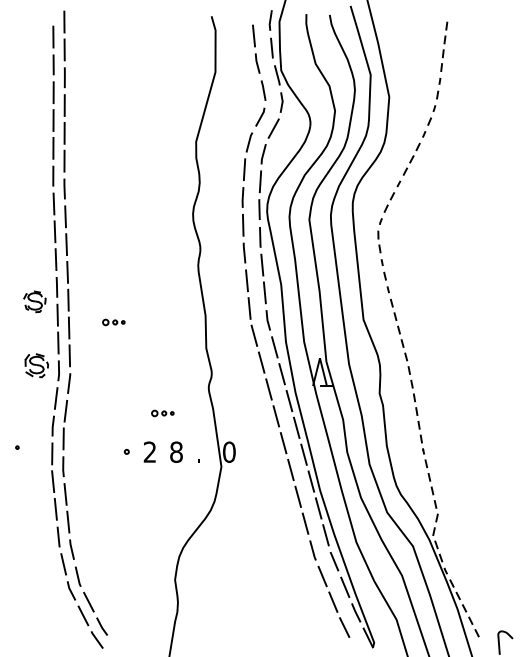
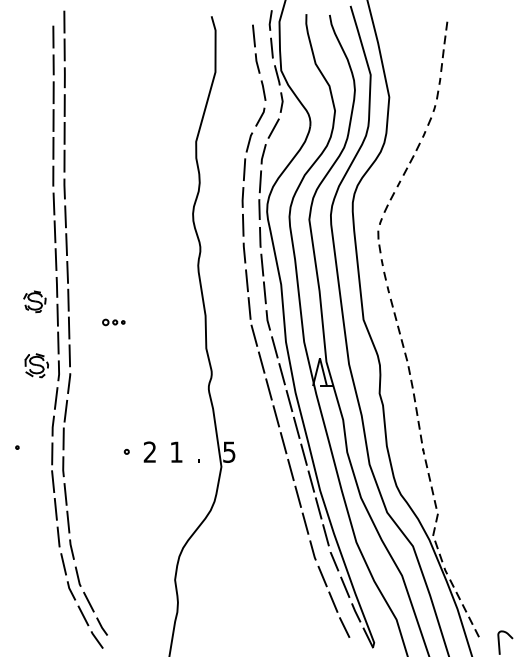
part at (162, 413): present -> none
text at (176, 451): 8 -> 1
text at (229, 451): 0 -> 5
